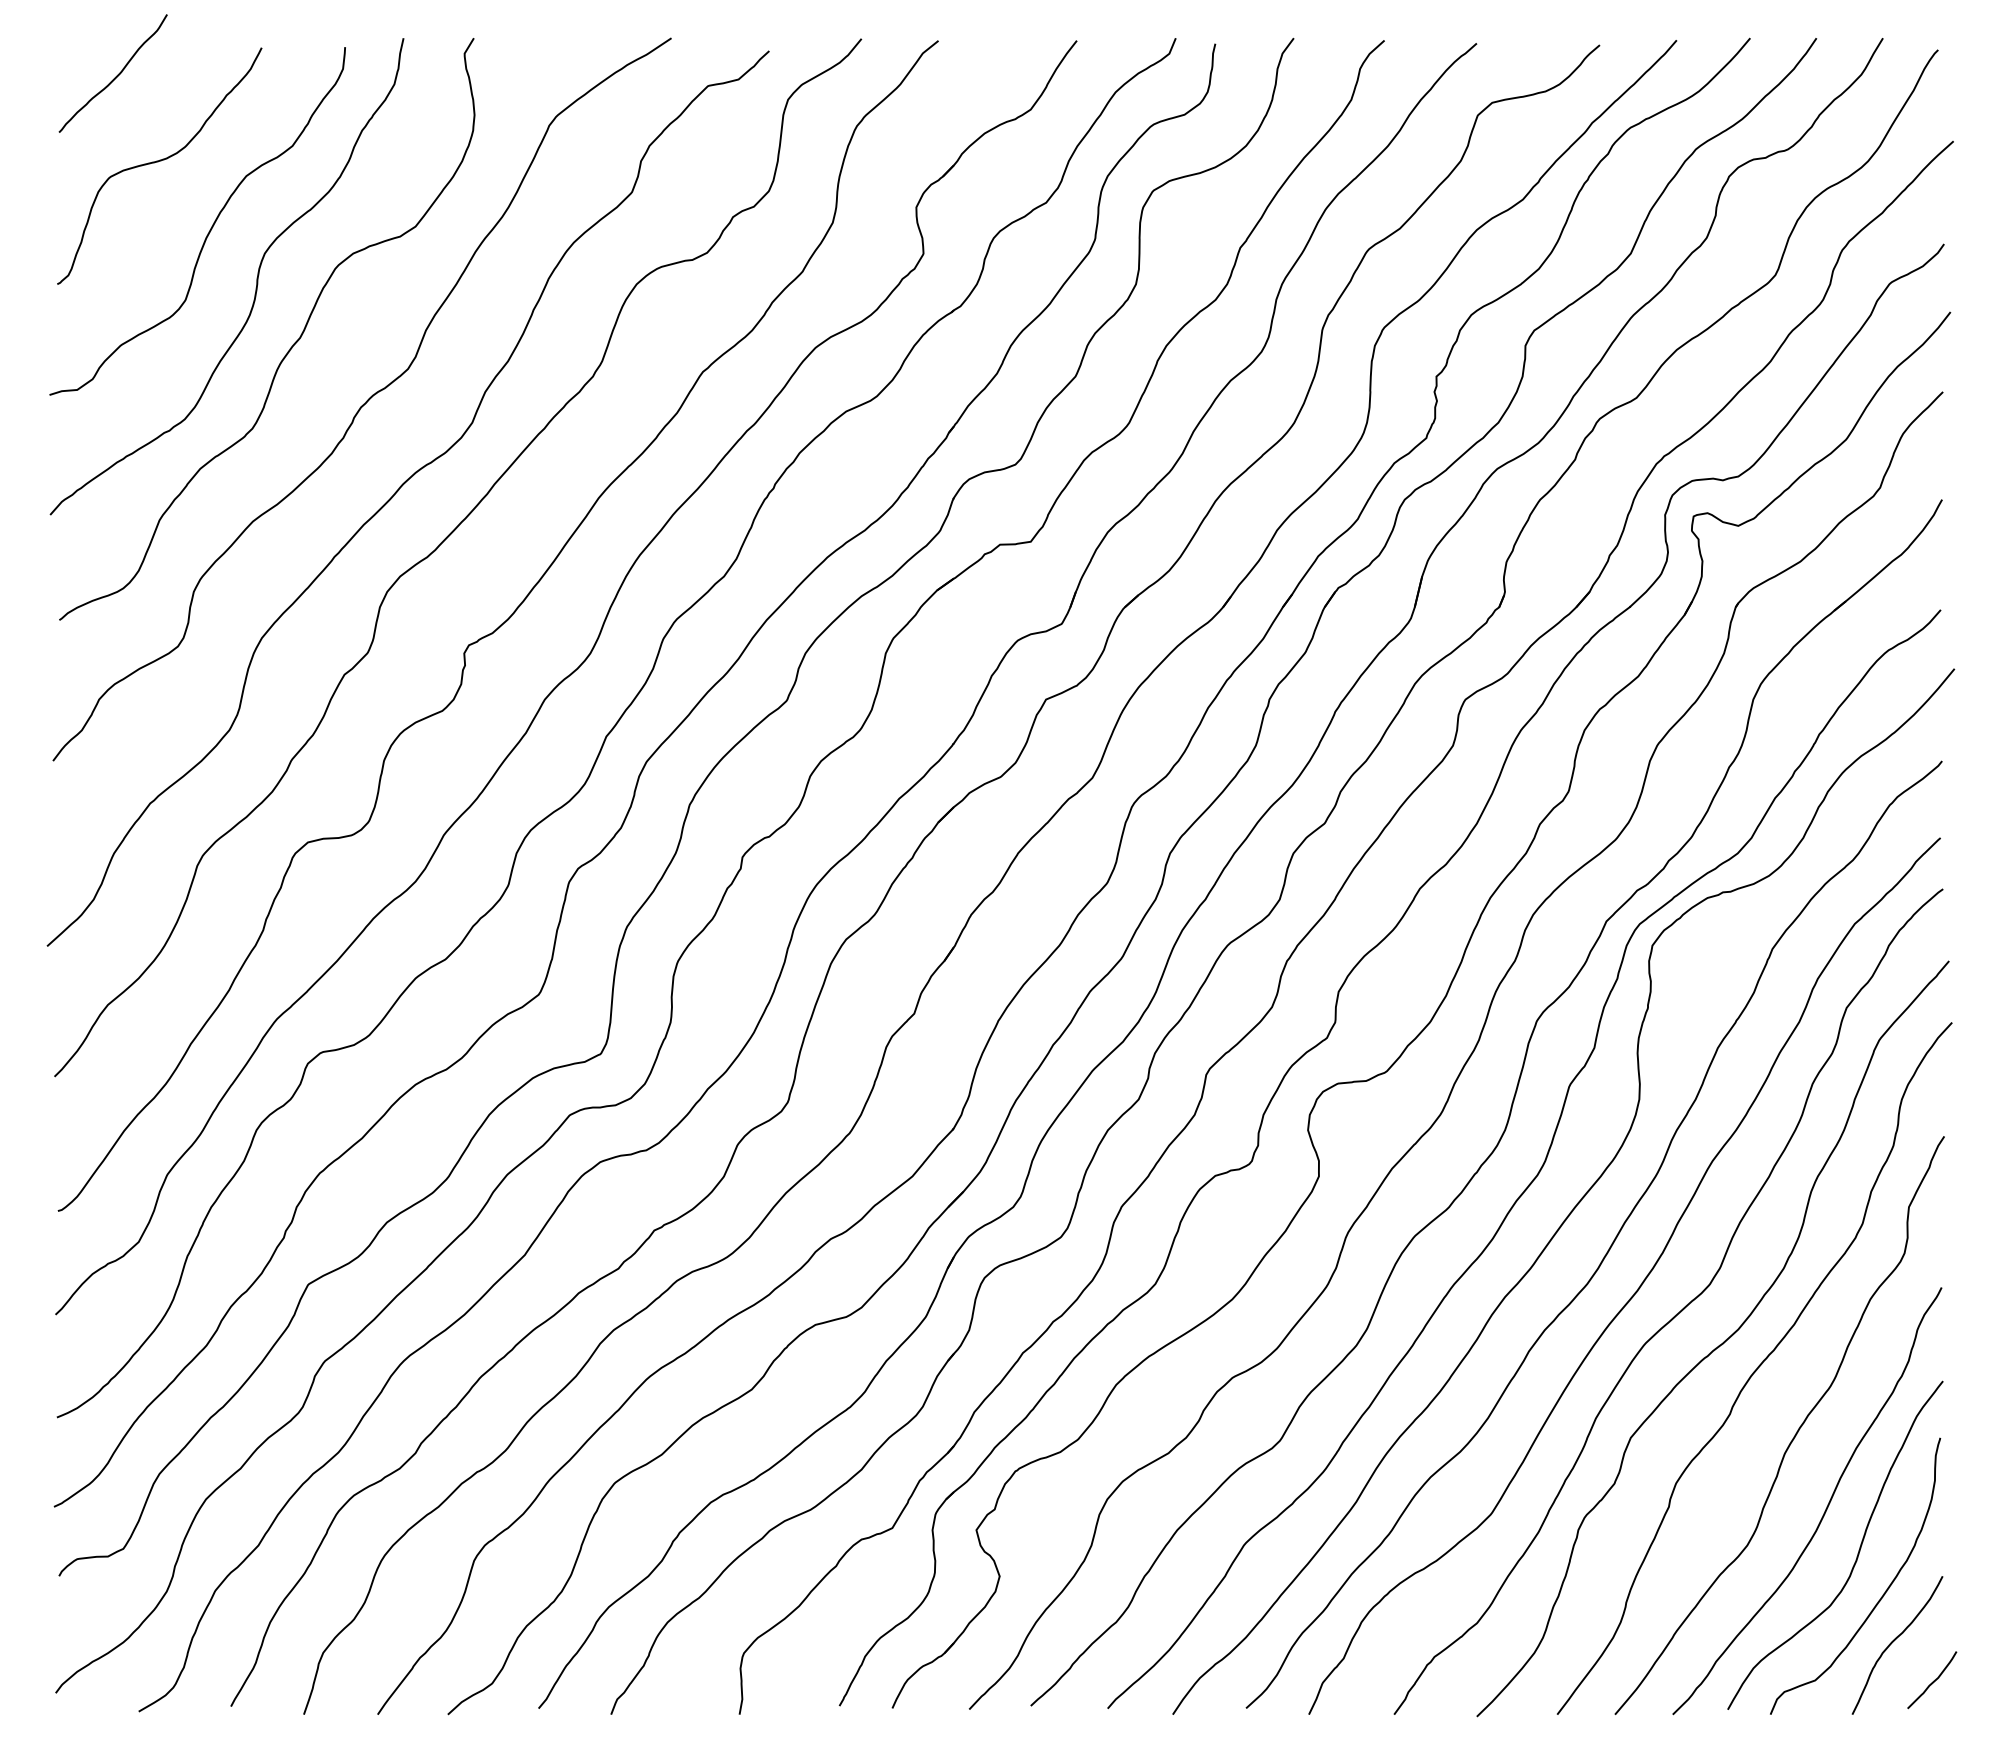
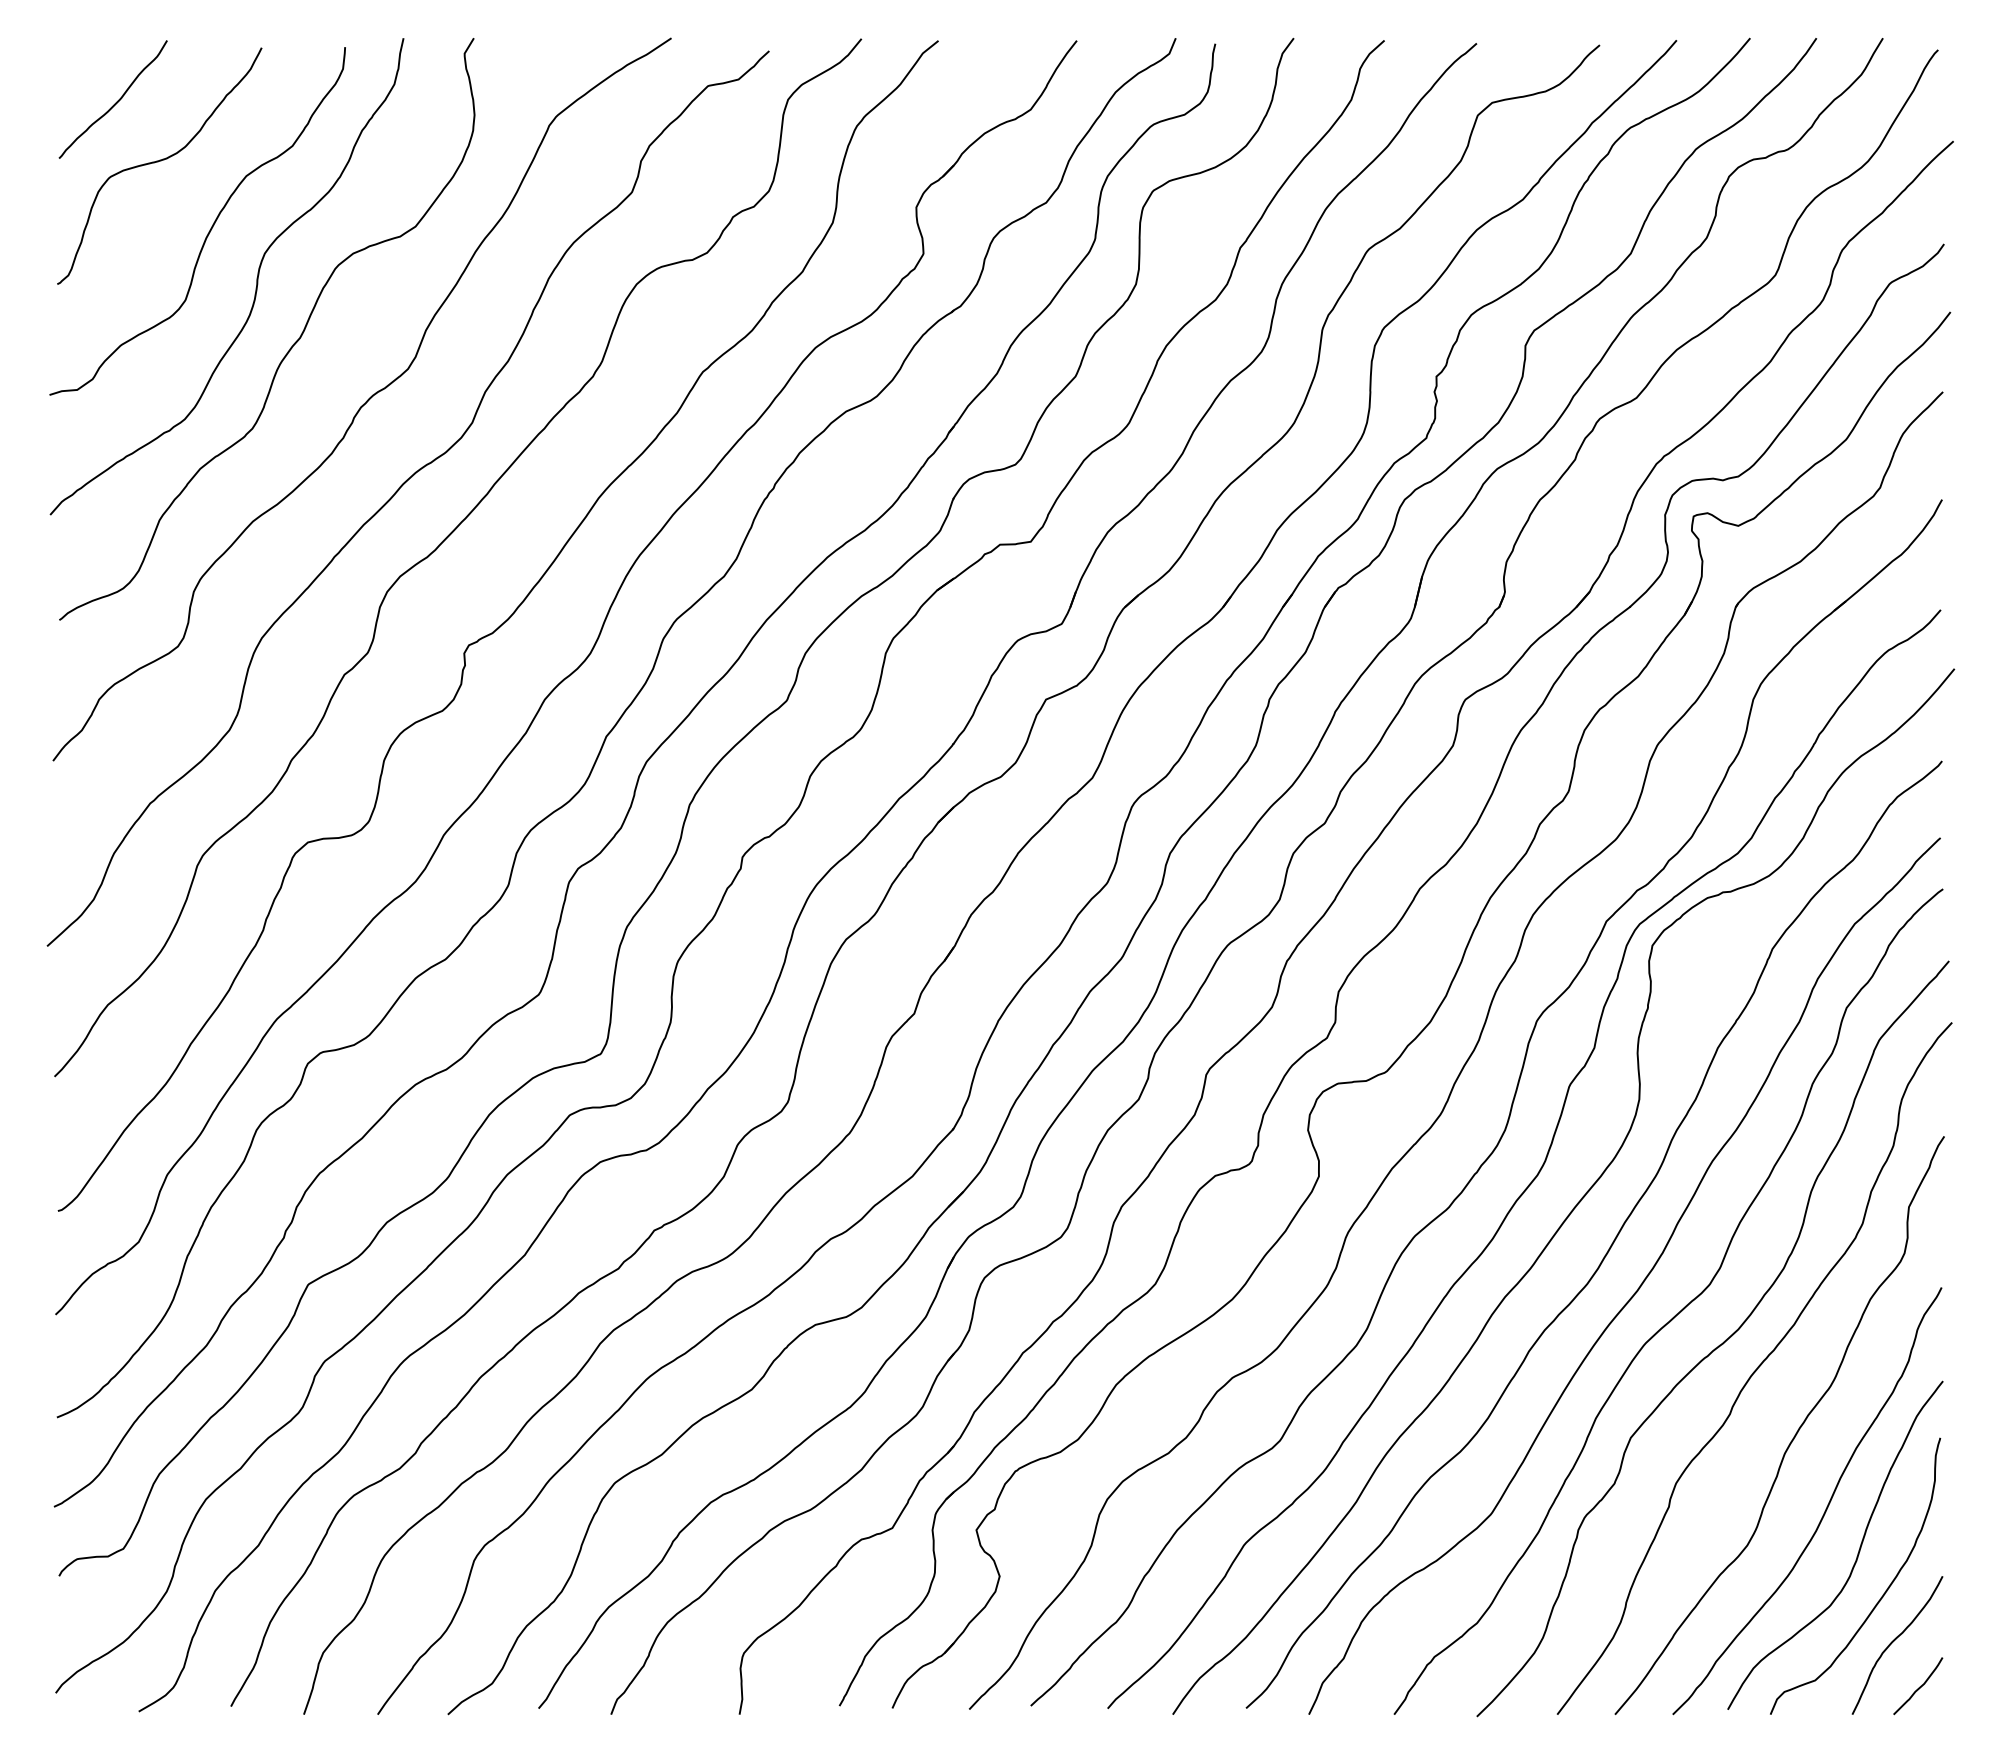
curve at (115, 76) position: (115, 76) -> (115, 102)
curve at (1933, 1680) position: (1933, 1680) -> (1919, 1686)
